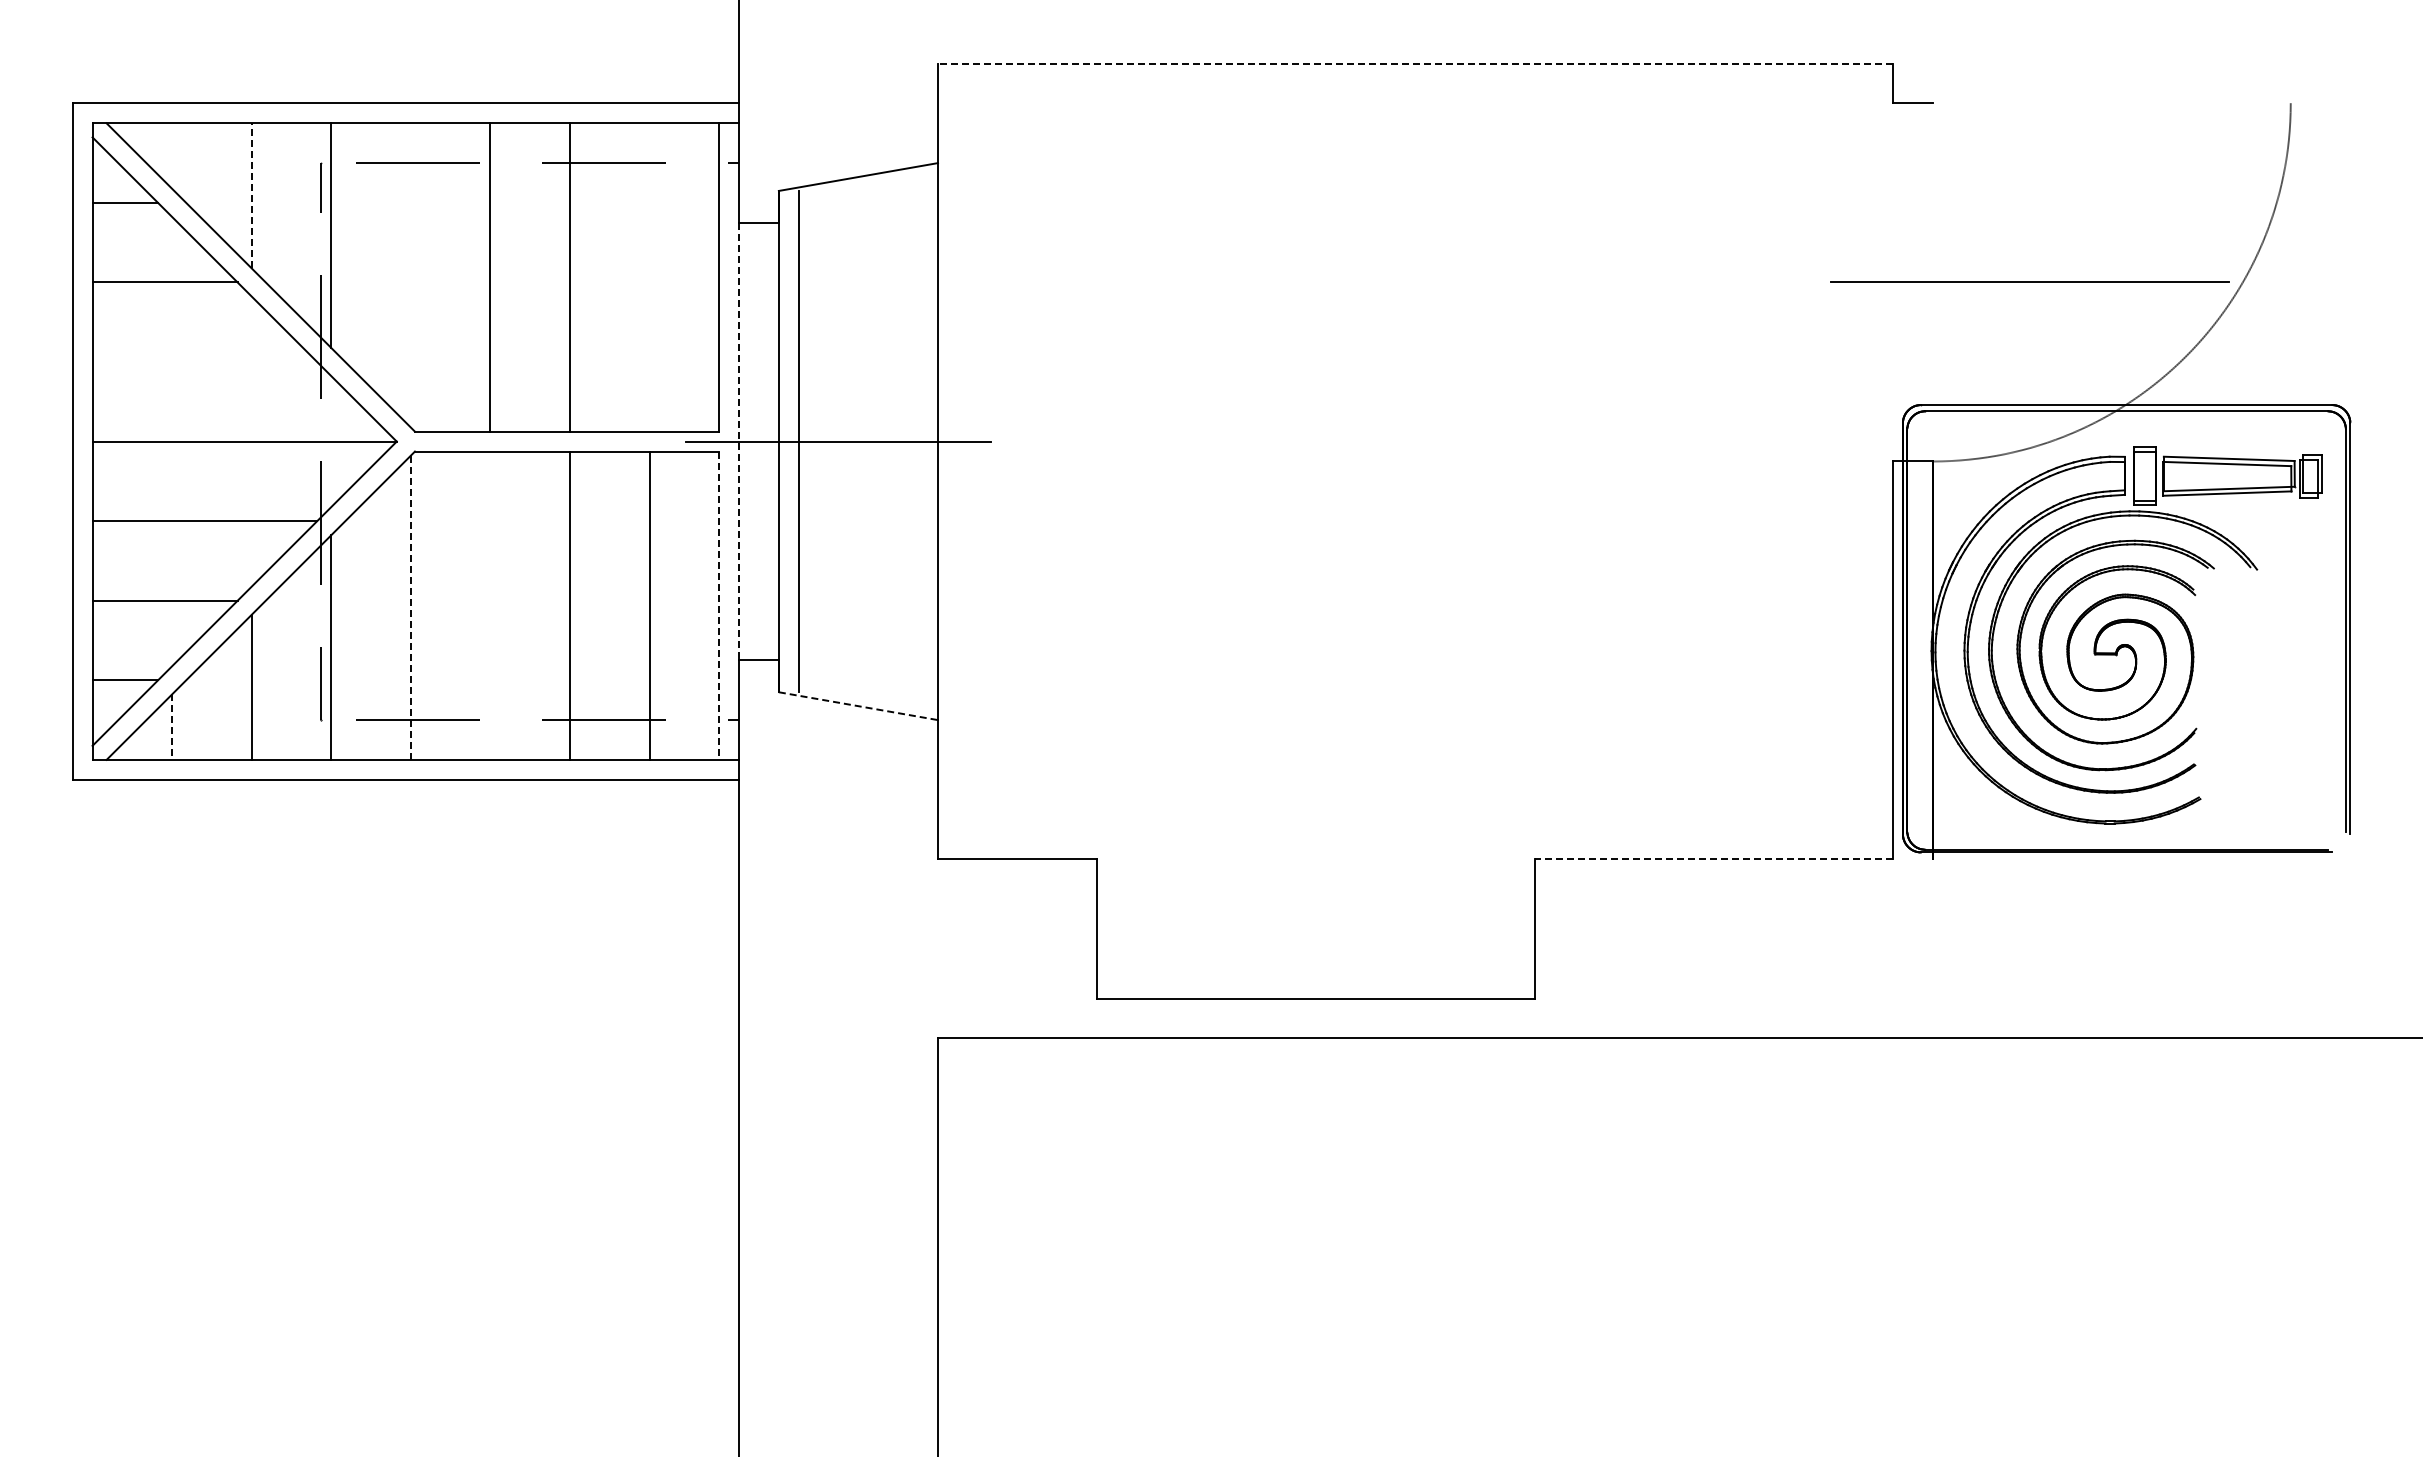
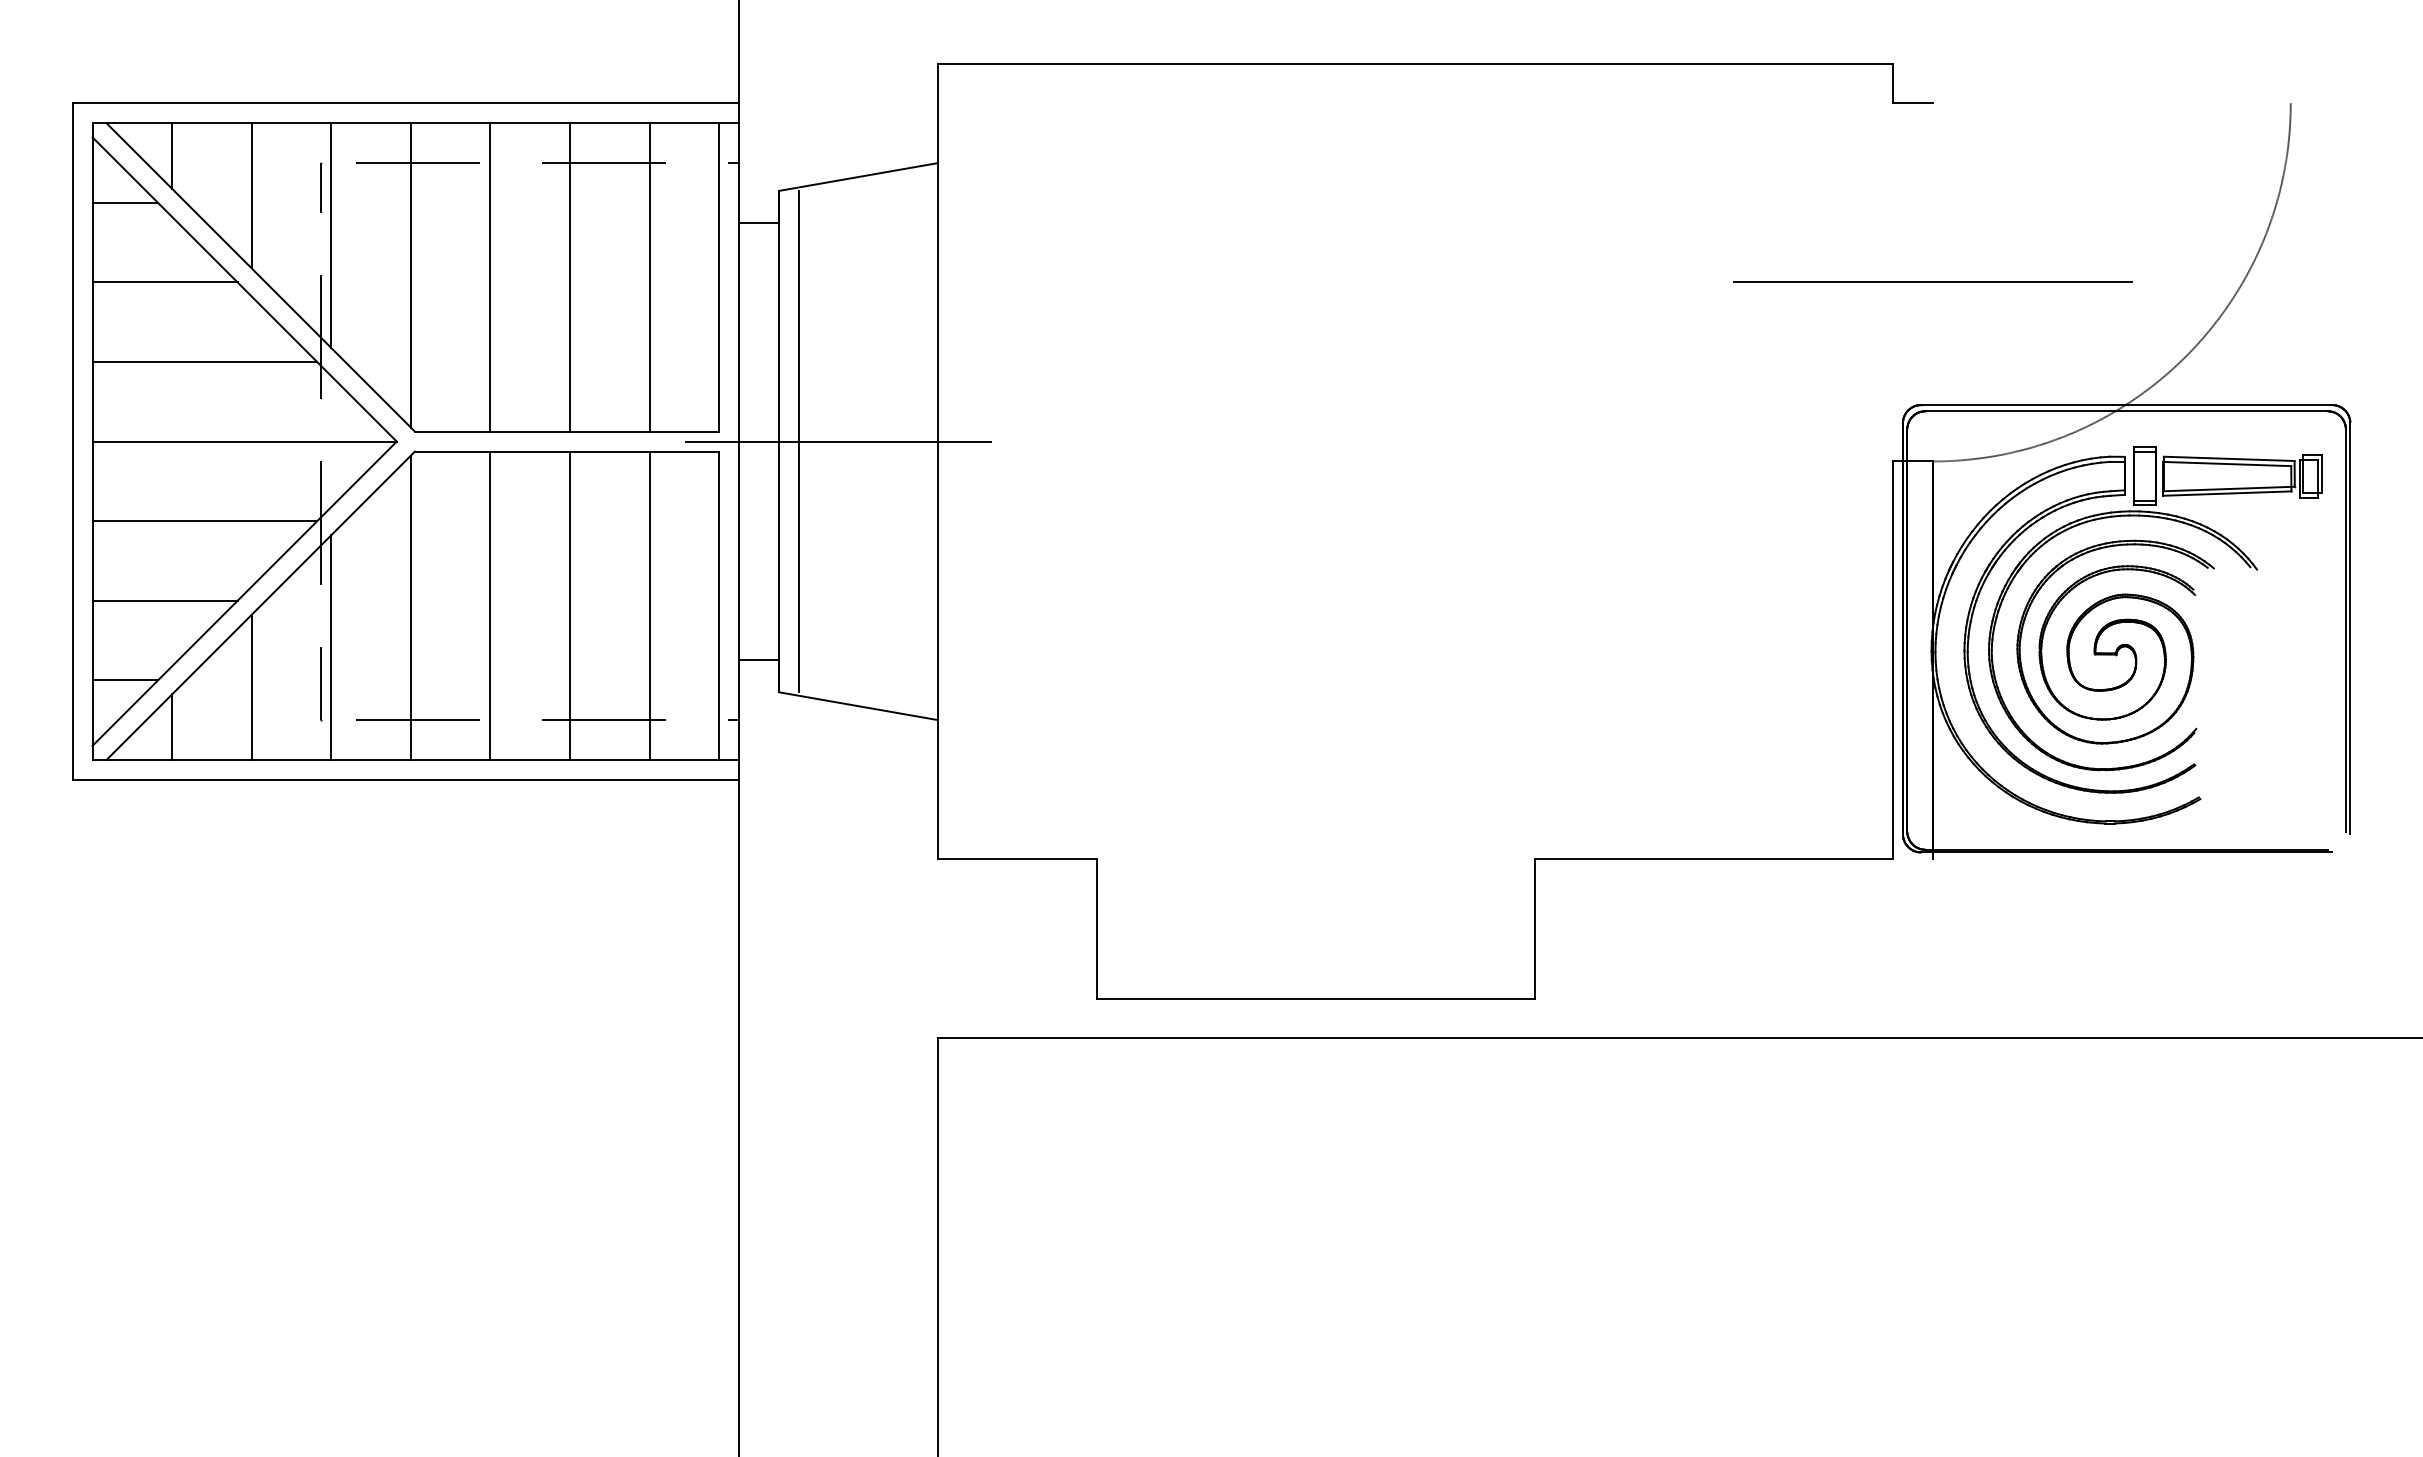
line at (1414, 63): dashed -> solid
line at (172, 155): none -> present
line at (251, 195): dashed -> solid
line at (410, 275): none -> present
line at (649, 277): none -> present
line at (2029, 281) position: (2029, 281) -> (1932, 281)
line at (204, 362): none -> present
line at (739, 441): dashed -> solid
line at (490, 605): none -> present
line at (719, 606): dashed -> solid
line at (410, 608): dashed -> solid
line at (858, 706): dashed -> solid
line at (172, 727): dashed -> solid
line at (1713, 859): dashed -> solid
